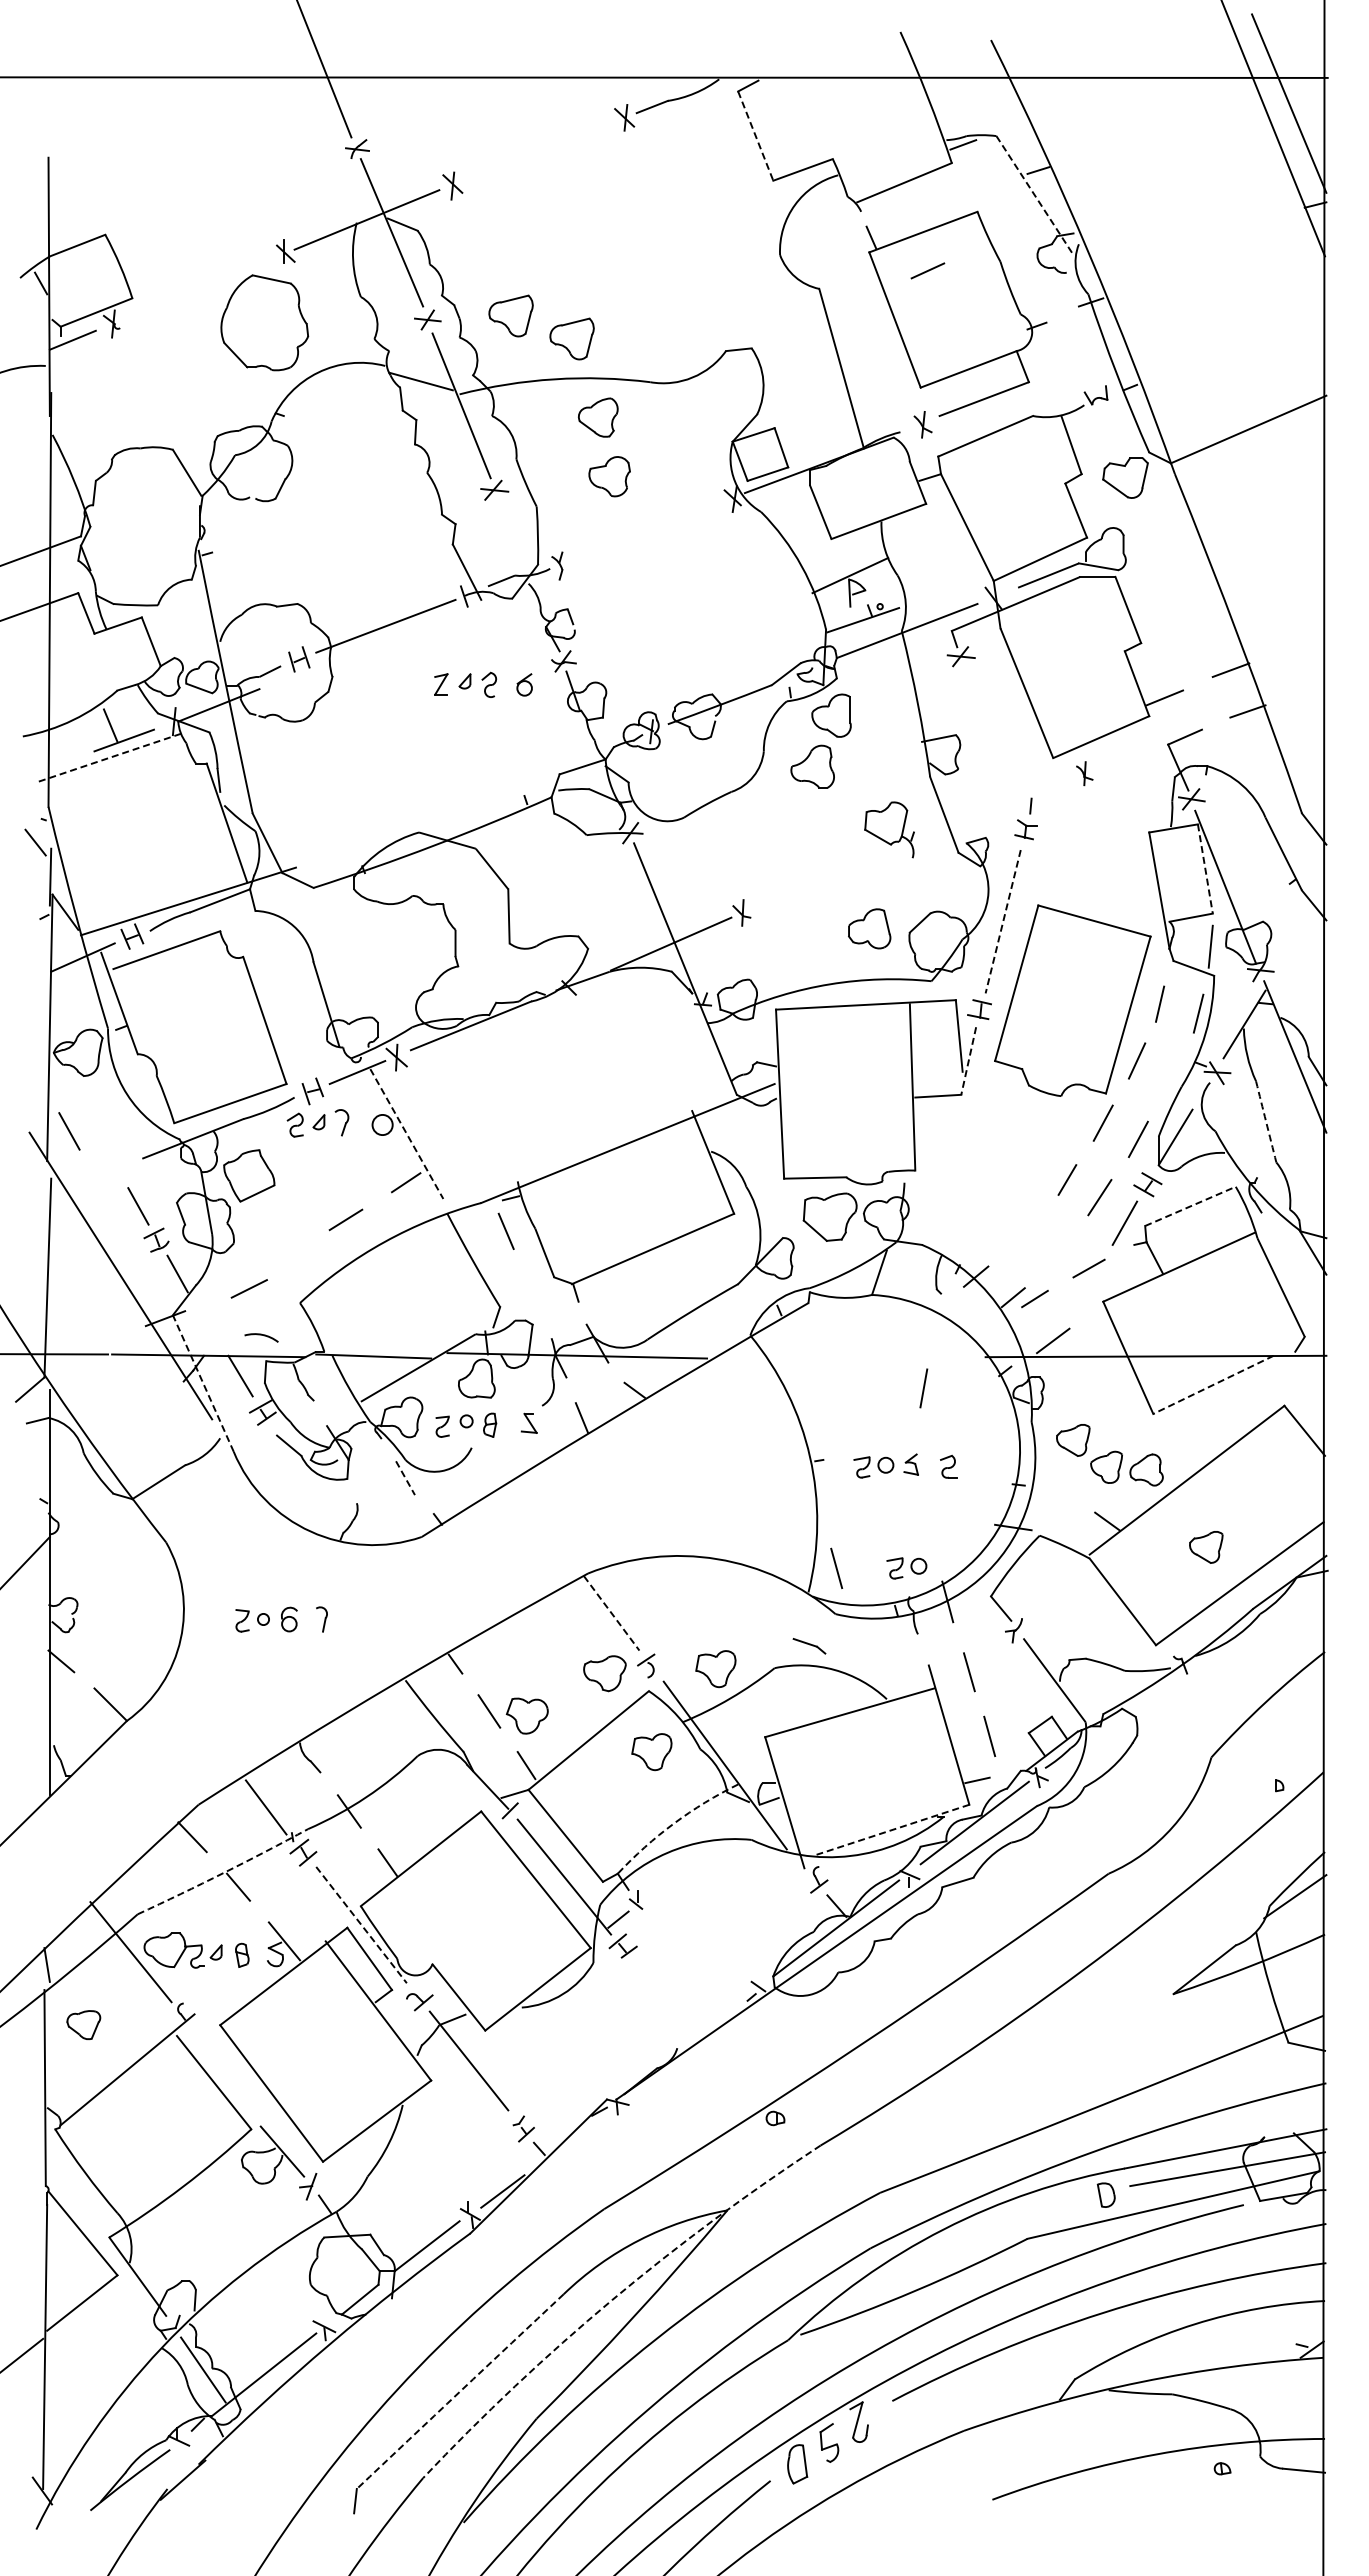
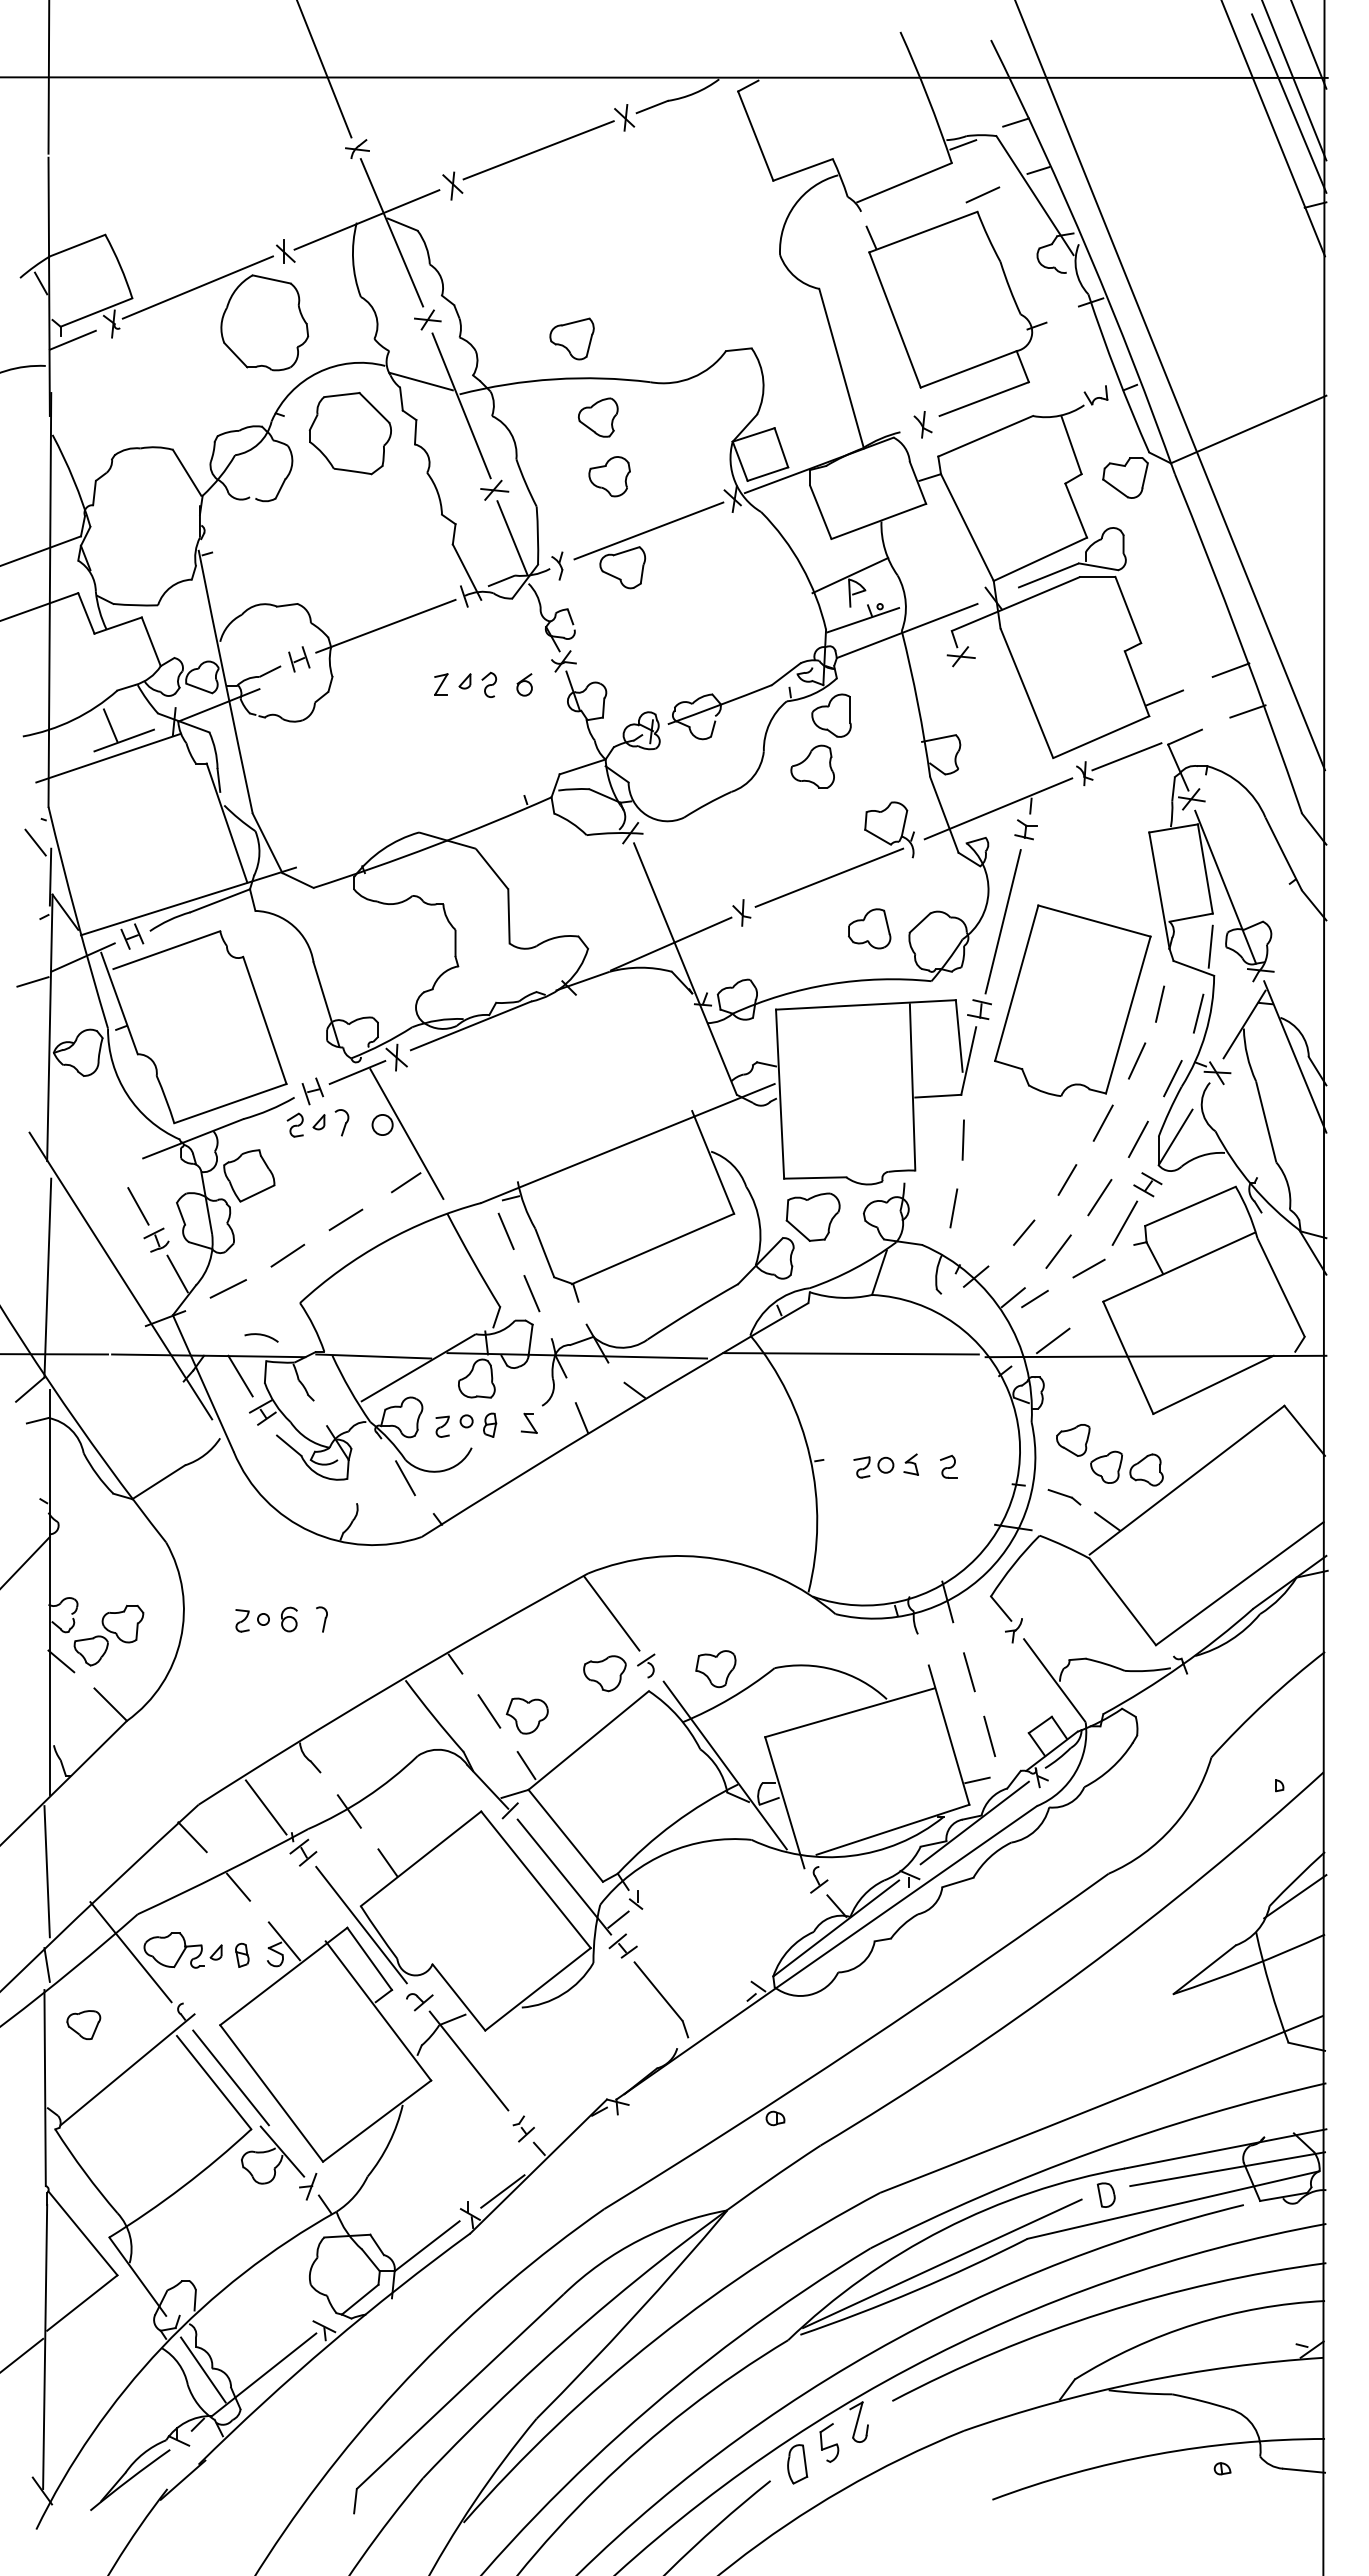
line at (1308, 45): none -> present
line at (48, 77): none -> present
line at (1294, 81): none -> present
line at (1015, 122): none -> present
line at (755, 136): dashed -> solid
line at (538, 150): none -> present
line at (1034, 195): dashed -> solid
line at (927, 270) position: (927, 270) -> (982, 194)
line at (197, 287): none -> present
part at (510, 315): present -> none
line at (1170, 386): none -> present
part at (349, 433): none -> present
line at (512, 537): none -> present
part at (643, 549): none -> present
line at (1126, 756): none -> present
line at (108, 758): dashed -> solid
line at (998, 808): none -> present
line at (1205, 869): dashed -> solid
line at (829, 877): none -> present
line at (1003, 921): dashed -> solid
line at (32, 981): none -> present
line at (968, 1061): dashed -> solid
line at (1172, 1078): none -> present
arc at (1266, 1121): dashed -> solid
line at (69, 1131): present -> none
line at (407, 1134): dashed -> solid
line at (962, 1139): none -> present
line at (1190, 1206): dashed -> solid
part at (829, 1216) position: (829, 1216) -> (812, 1216)
line at (1024, 1232): none -> present
line at (1058, 1251): none -> present
line at (287, 1255): none -> present
line at (248, 1288) position: (248, 1288) -> (227, 1288)
line at (531, 1293): none -> present
line at (850, 1353): none -> present
line at (203, 1383): dashed -> solid
line at (1213, 1384): dashed -> solid
line at (923, 1388) position: (923, 1388) -> (953, 1208)
line at (405, 1478): dashed -> solid
part at (1206, 1547): present -> none
line at (836, 1567): present -> none
part at (906, 1568): present -> none
line at (612, 1613): dashed -> solid
part at (108, 1635): none -> present
part at (809, 1646) position: (809, 1646) -> (1064, 1497)
part at (651, 1752): present -> none
arc at (673, 1823): dashed -> solid
line at (892, 1829): dashed -> solid
line at (46, 1871): none -> present
arc at (223, 1873): dashed -> solid
line at (361, 1925): dashed -> solid
part at (661, 1999): none -> present
line at (230, 2077): none -> present
line at (942, 2263): none -> present
arc at (612, 2300): dashed -> solid
arc at (460, 2391): dashed -> solid
